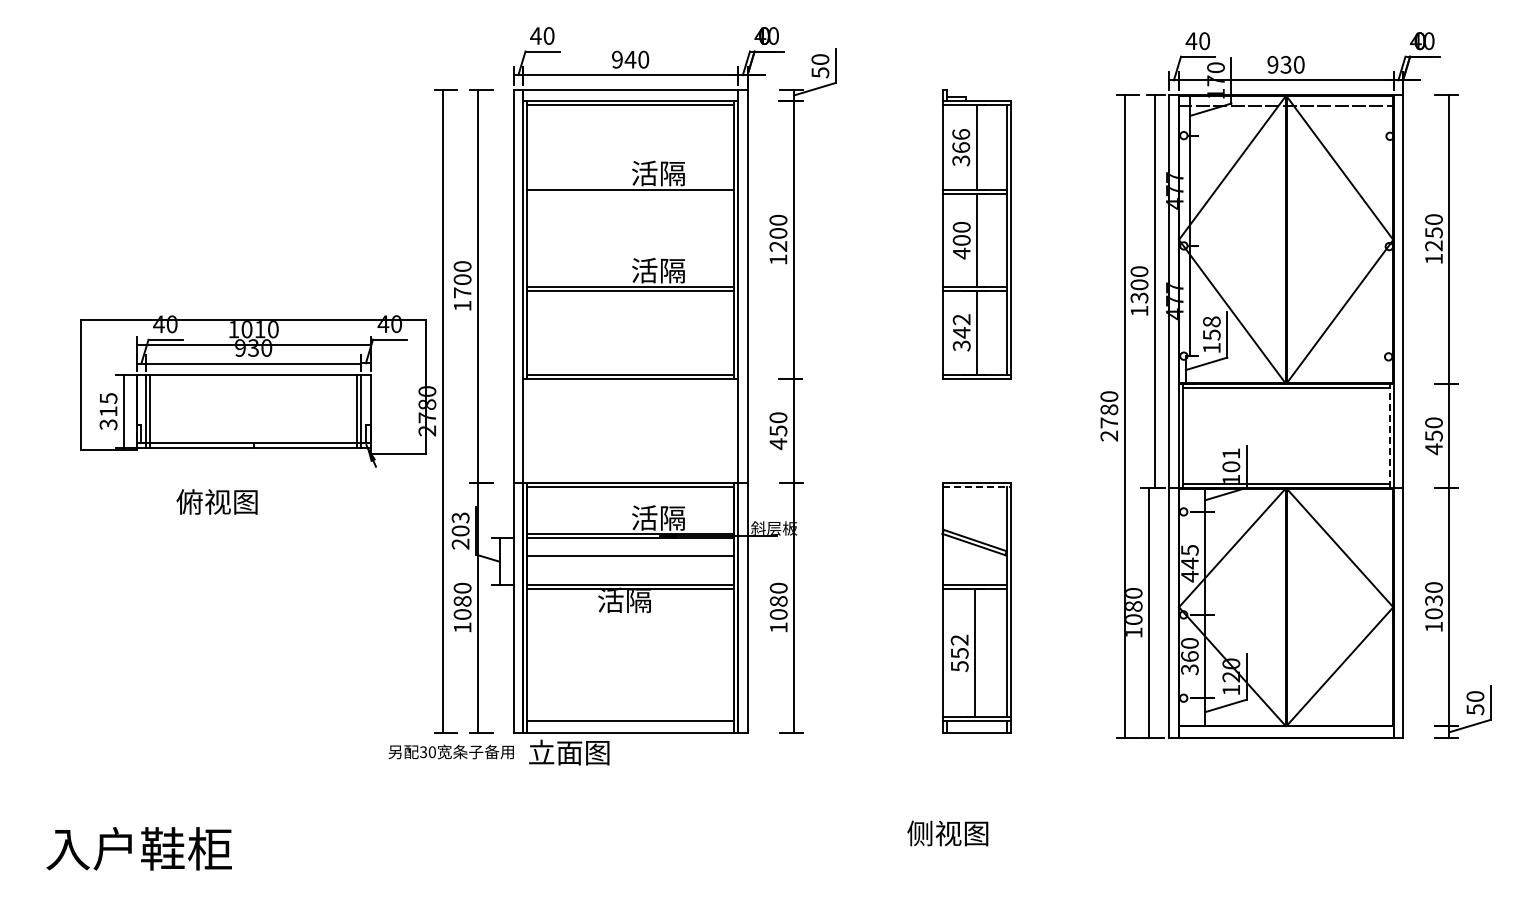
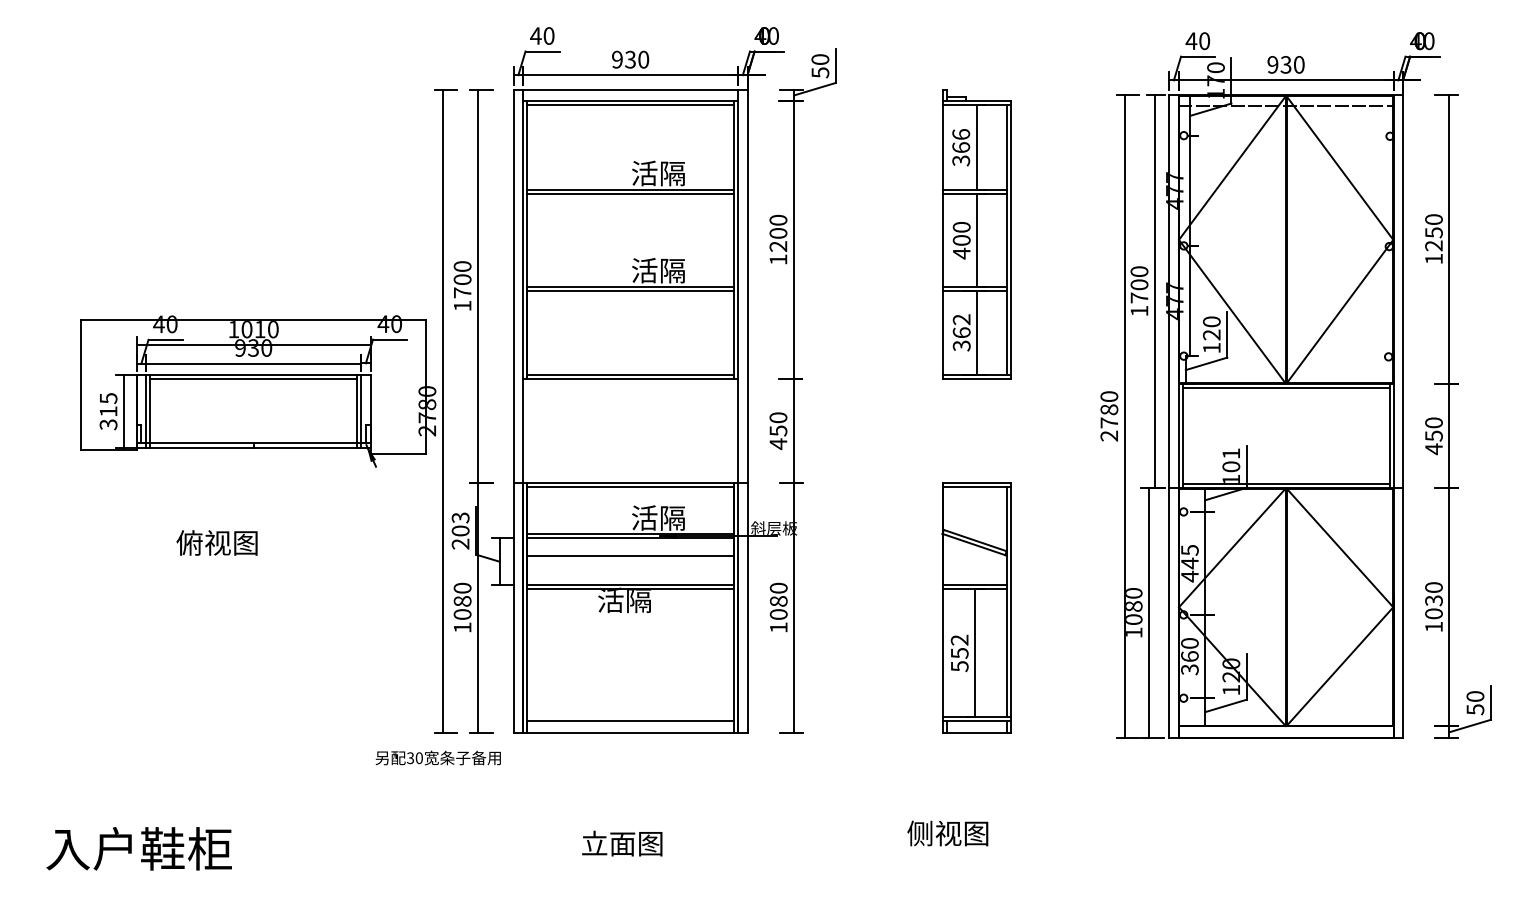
text at (630, 59): 940 -> 930
line at (630, 194): none -> present
text at (1139, 297): 1300 -> 1700
text at (1211, 328): 158 -> 120
text at (961, 332): 342 -> 362
line at (253, 379): none -> present
line at (1389, 435): dashed -> solid
line at (977, 487): dashed -> solid
text at (216, 501) position: (216, 501) -> (216, 542)
text at (450, 751) position: (450, 751) -> (437, 757)
text at (569, 752) position: (569, 752) -> (622, 843)
